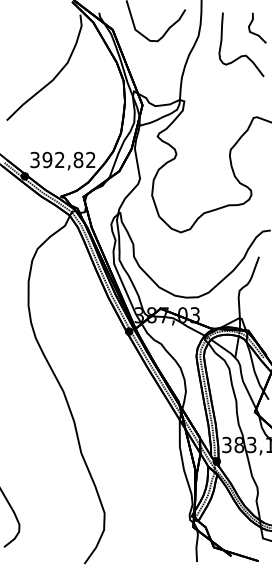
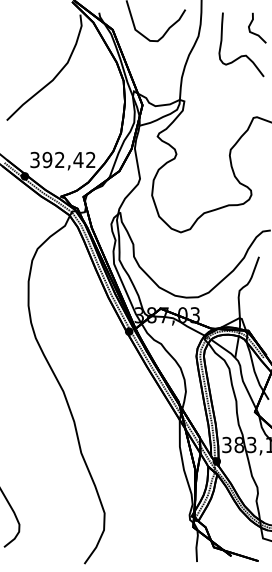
text at (78, 159): 392,82 -> 392,42
